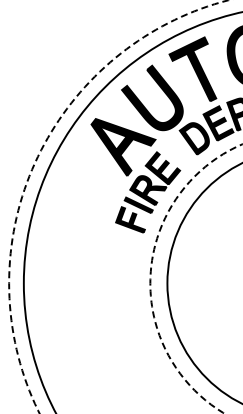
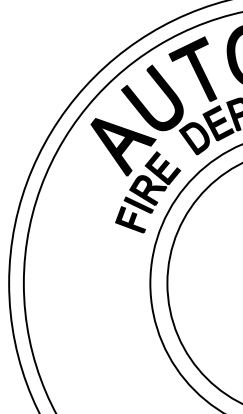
circle at (119, 206): dashed -> solid
circle at (196, 278): dashed -> solid
